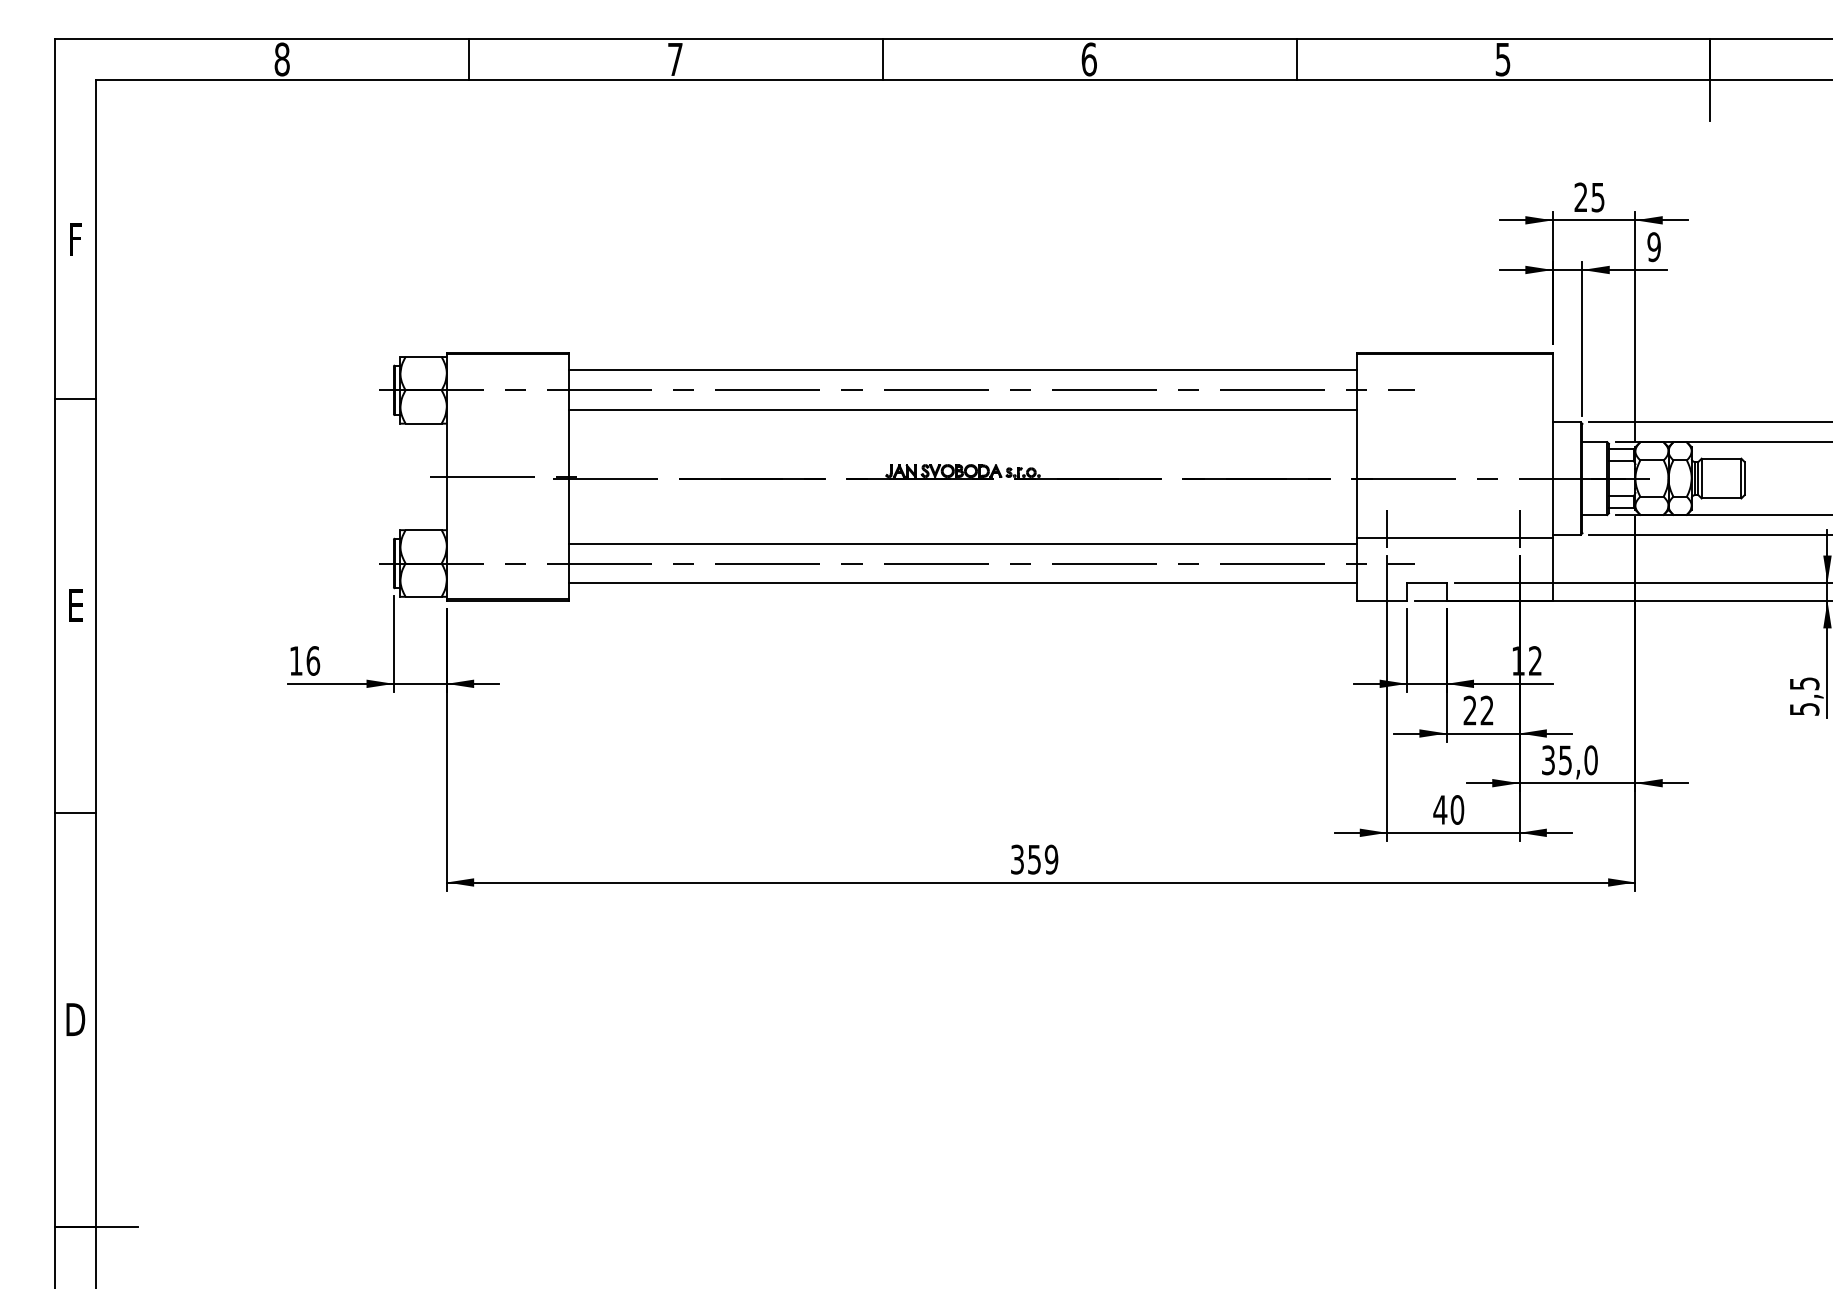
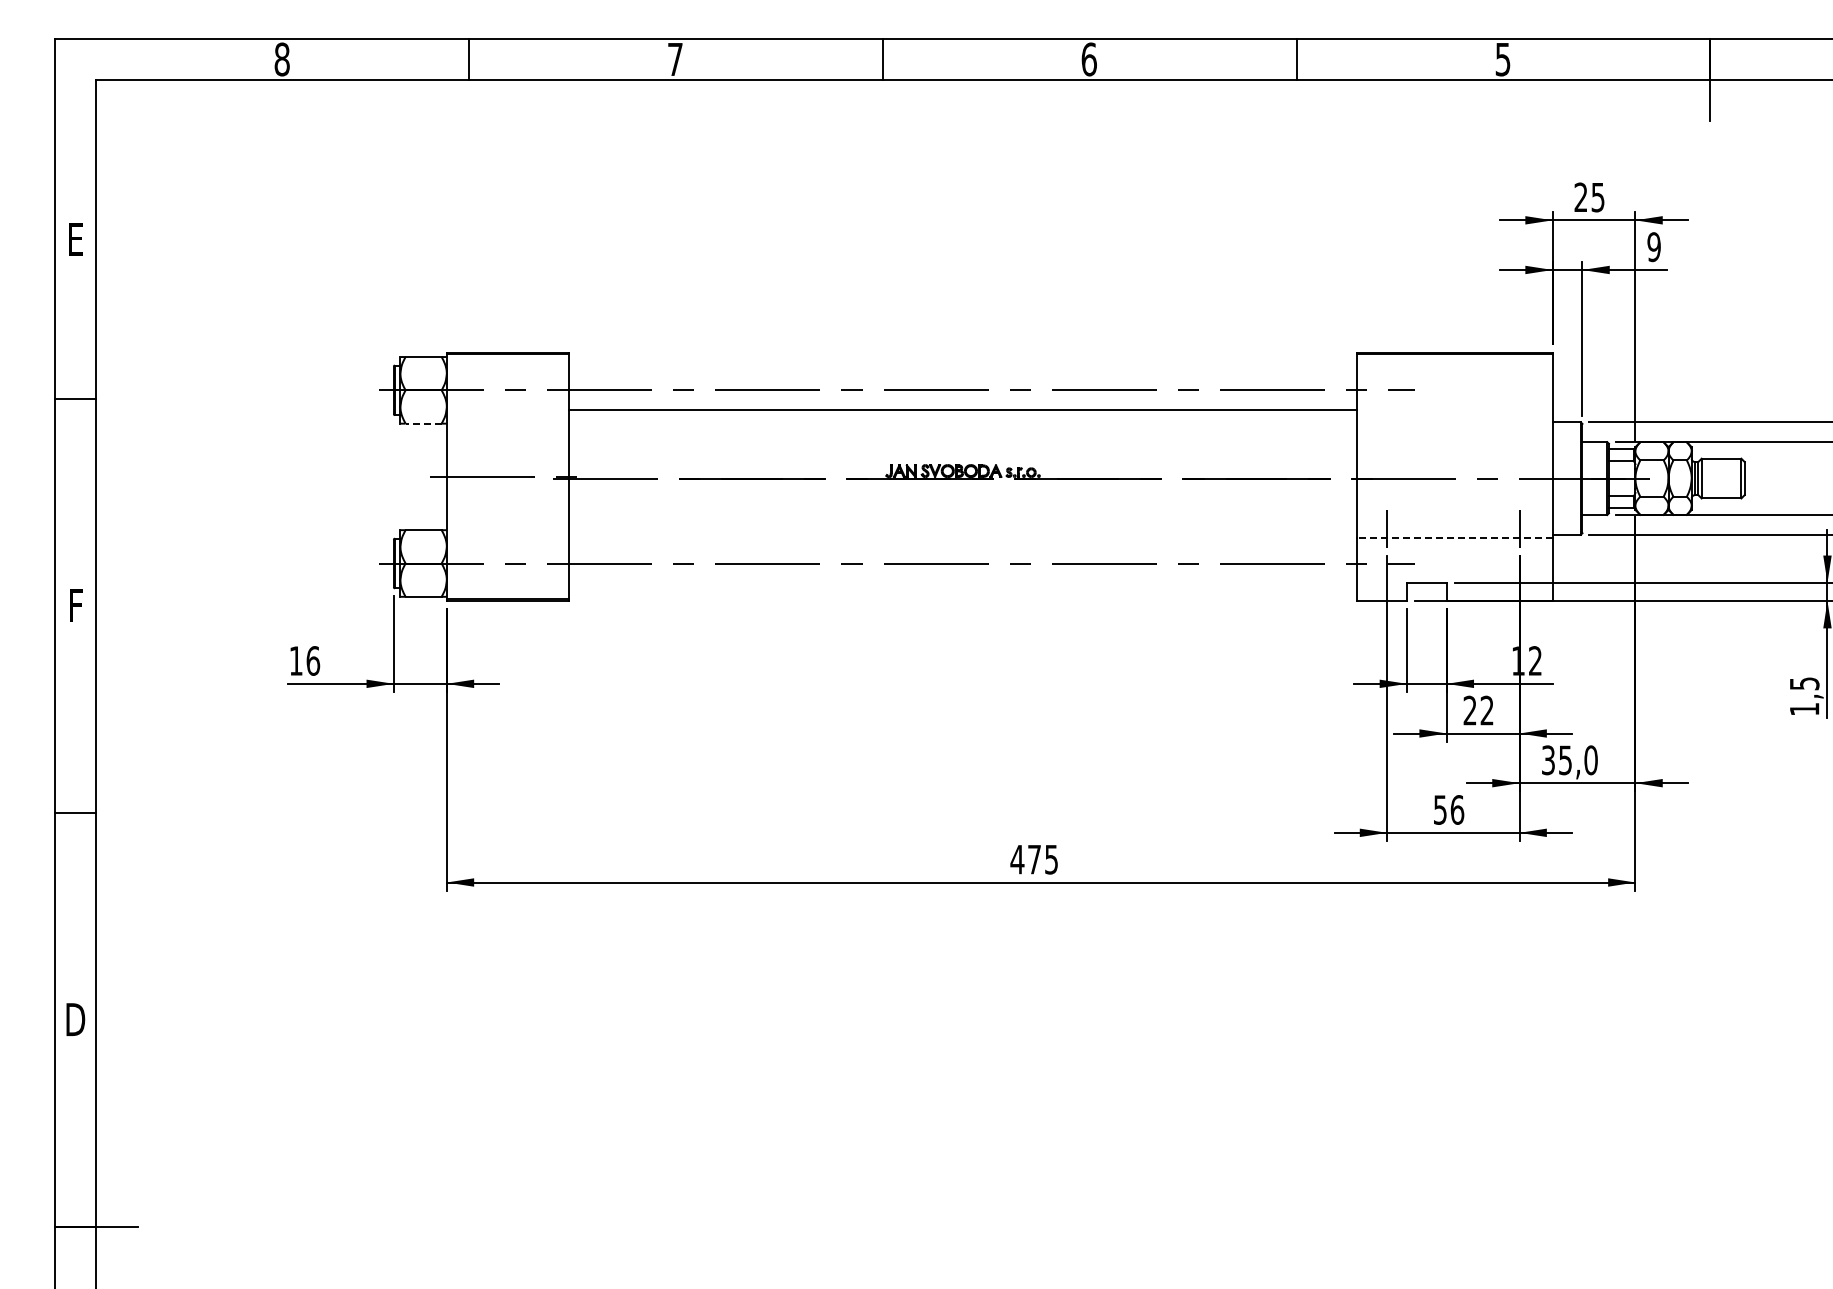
text at (75, 239): F -> E
line at (963, 370): present -> none
line at (423, 423): solid -> dashed
line at (1454, 538): solid -> dashed
line at (963, 543): present -> none
line at (963, 583): present -> none
text at (75, 605): E -> F
text at (1804, 709): 5,5 -> 1,5
text at (1448, 809): 40 -> 56
text at (1034, 859): 359 -> 475
